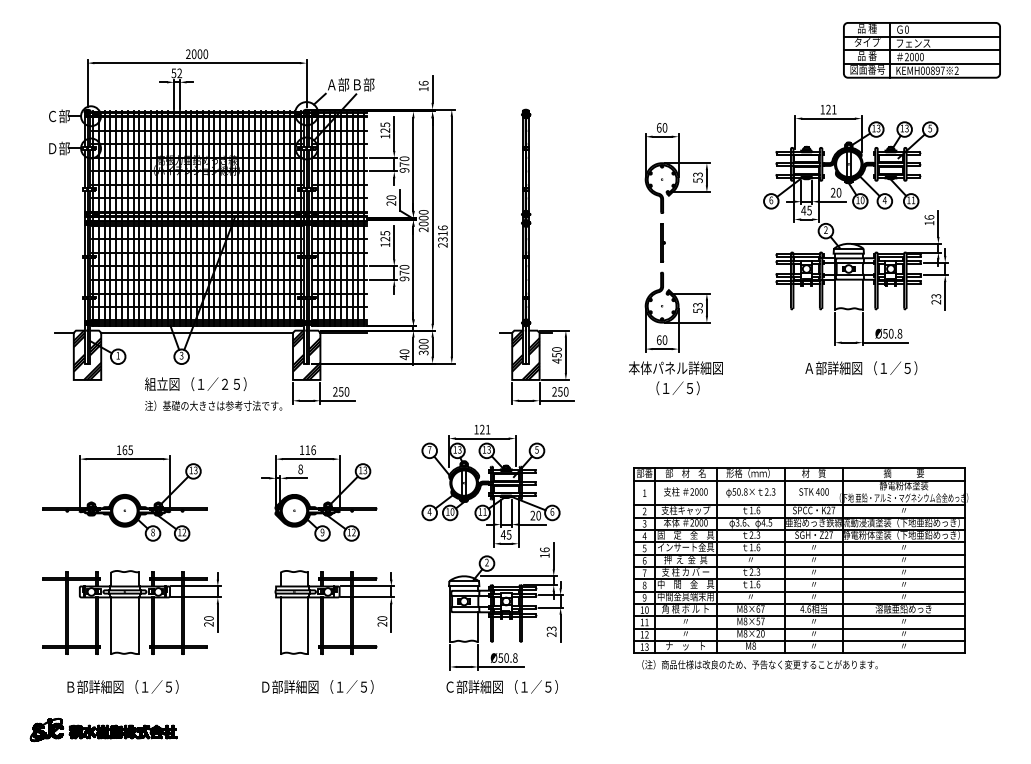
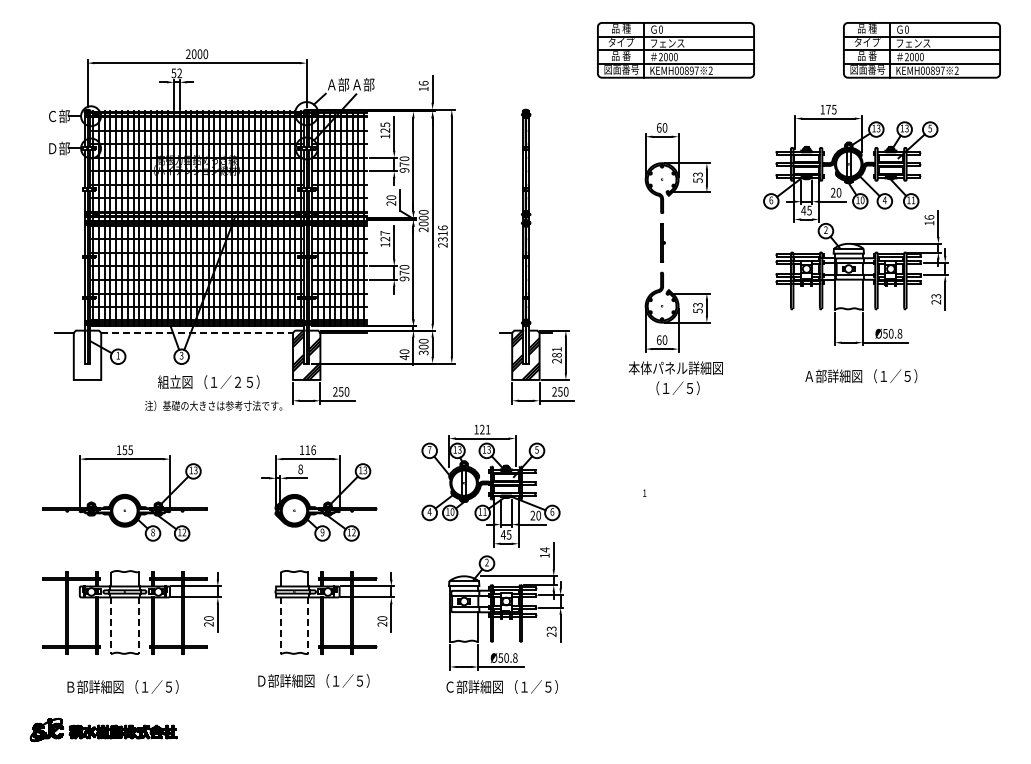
part at (675, 50): none -> present
text at (356, 84): Ｂ部 -> Ａ部
text at (831, 109): 121 -> 175
text at (385, 233): 125 -> 127
line at (197, 332): solid -> dashed
hatch at (87, 354): present -> none
text at (556, 355): 450 -> 281
text at (861, 368) position: (861, 368) -> (861, 376)
text at (195, 383) position: (195, 383) -> (208, 381)
text at (124, 449): 165 -> 155
text at (544, 549): 16 -> 14
part at (800, 568): present -> none
line at (111, 626): solid -> dashed
line at (138, 626): solid -> dashed
line at (280, 626): solid -> dashed
line at (308, 626): solid -> dashed
text at (317, 686) position: (317, 686) -> (313, 680)
